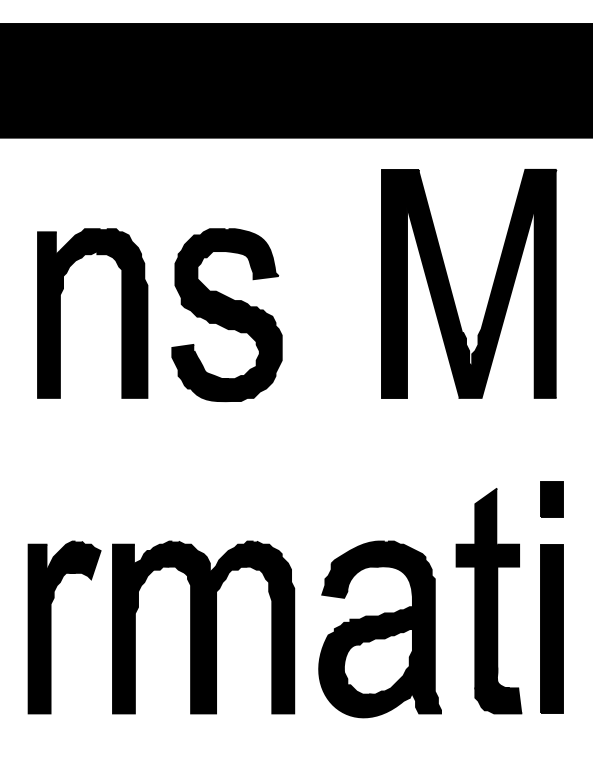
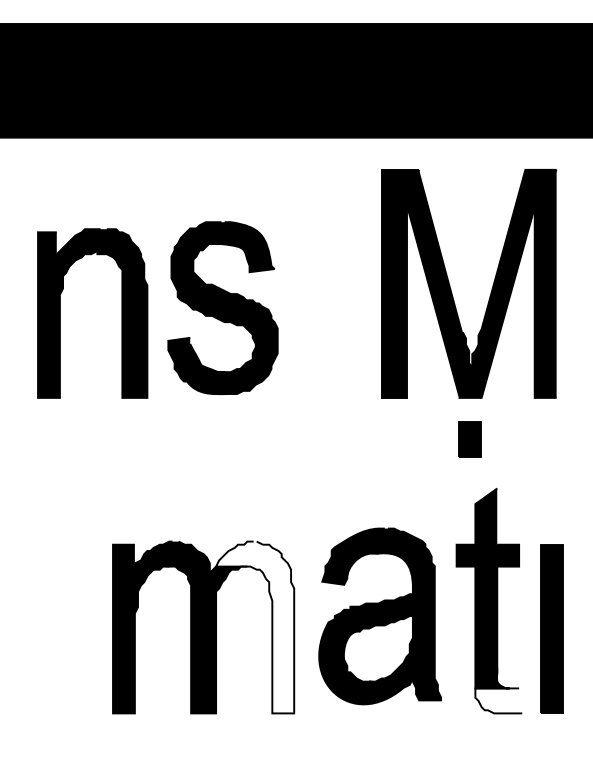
part at (226, 315) position: (226, 315) -> (222, 308)
part at (551, 499) position: (551, 499) -> (469, 439)
part at (51, 627): present -> none
fill at (255, 627): present -> none
part at (379, 629) position: (379, 629) -> (379, 616)
fill at (498, 700): present -> none
